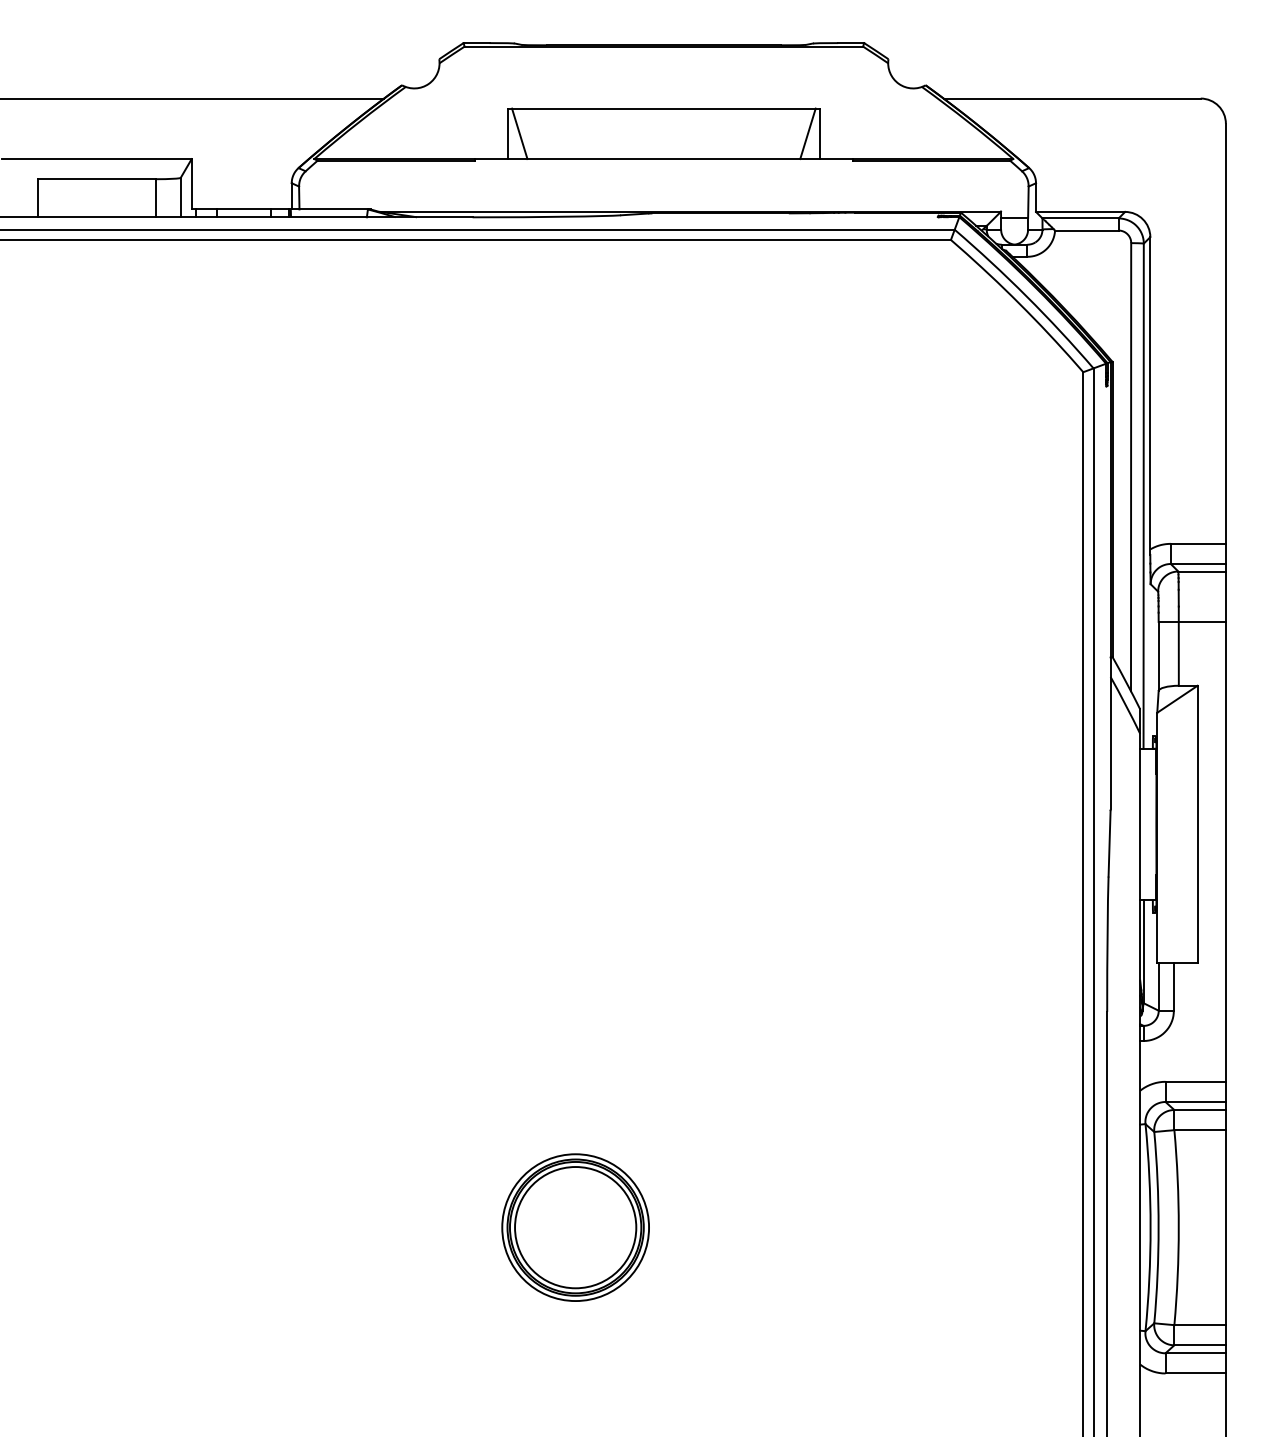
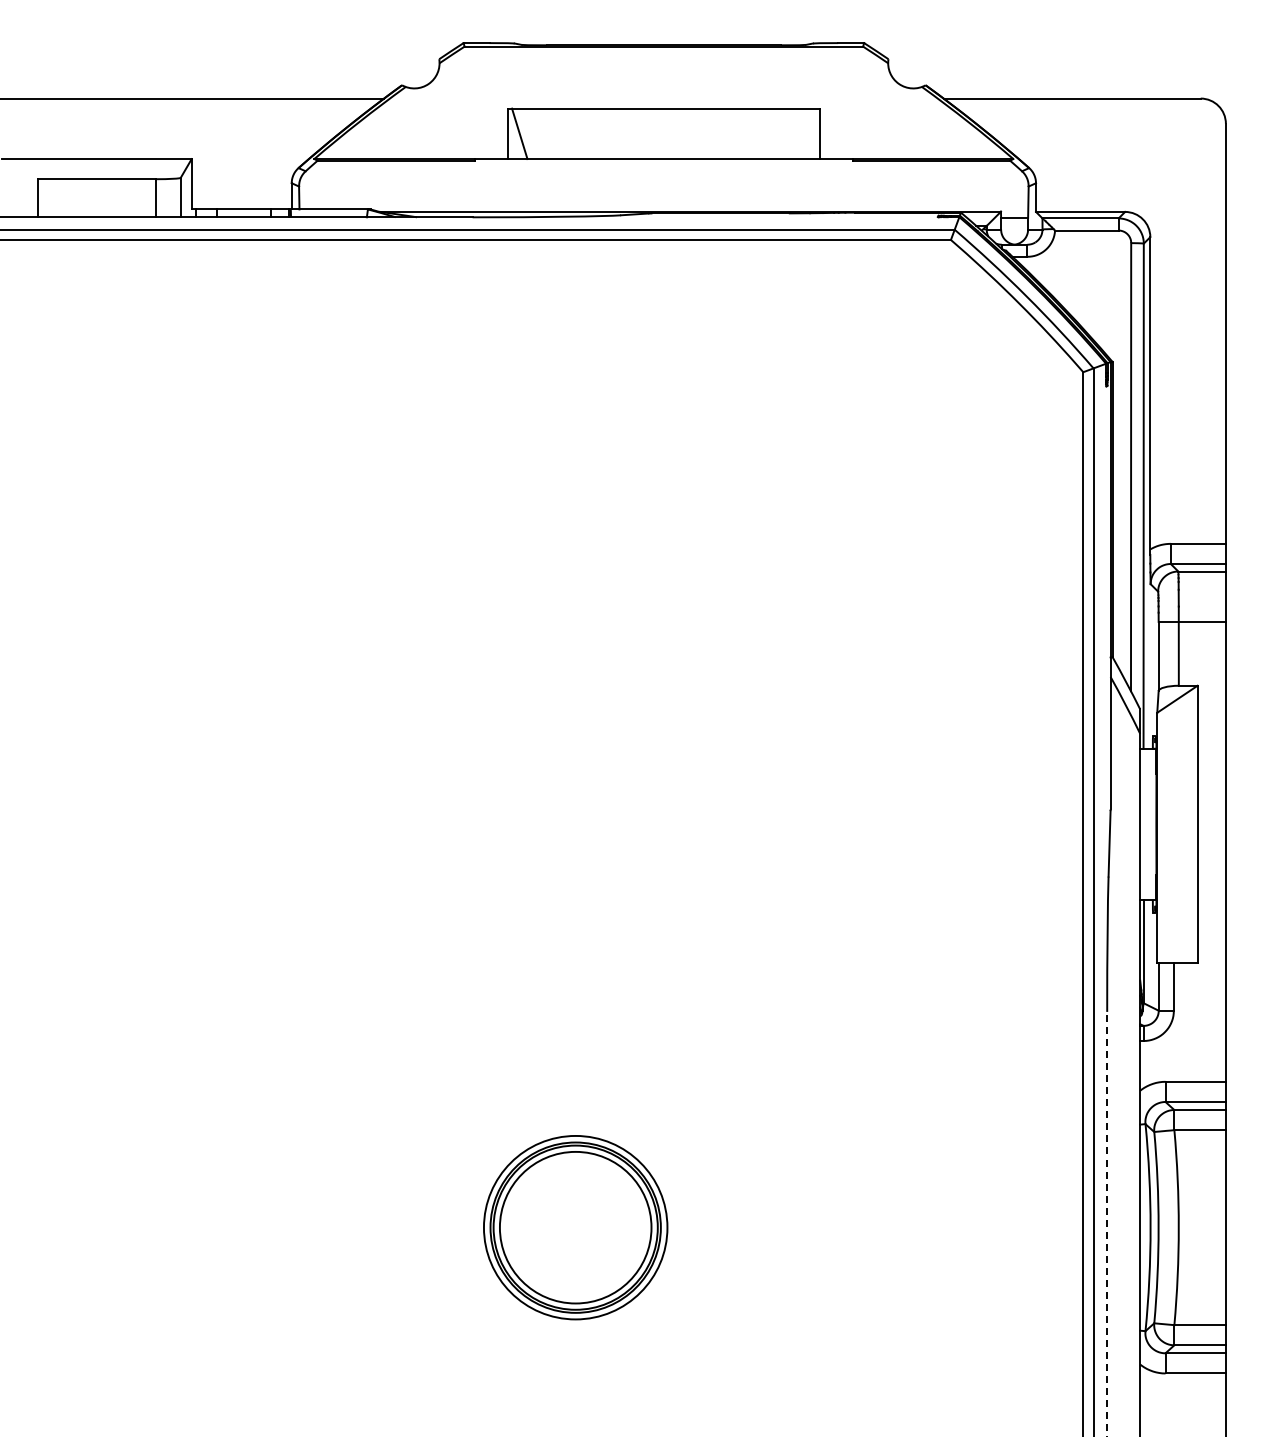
line at (807, 133): present -> none
line at (1107, 1223): solid -> dashed
part at (575, 1227) size: 149x149 px -> 186x186 px
